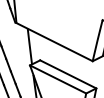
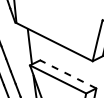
line at (67, 74): solid -> dashed
